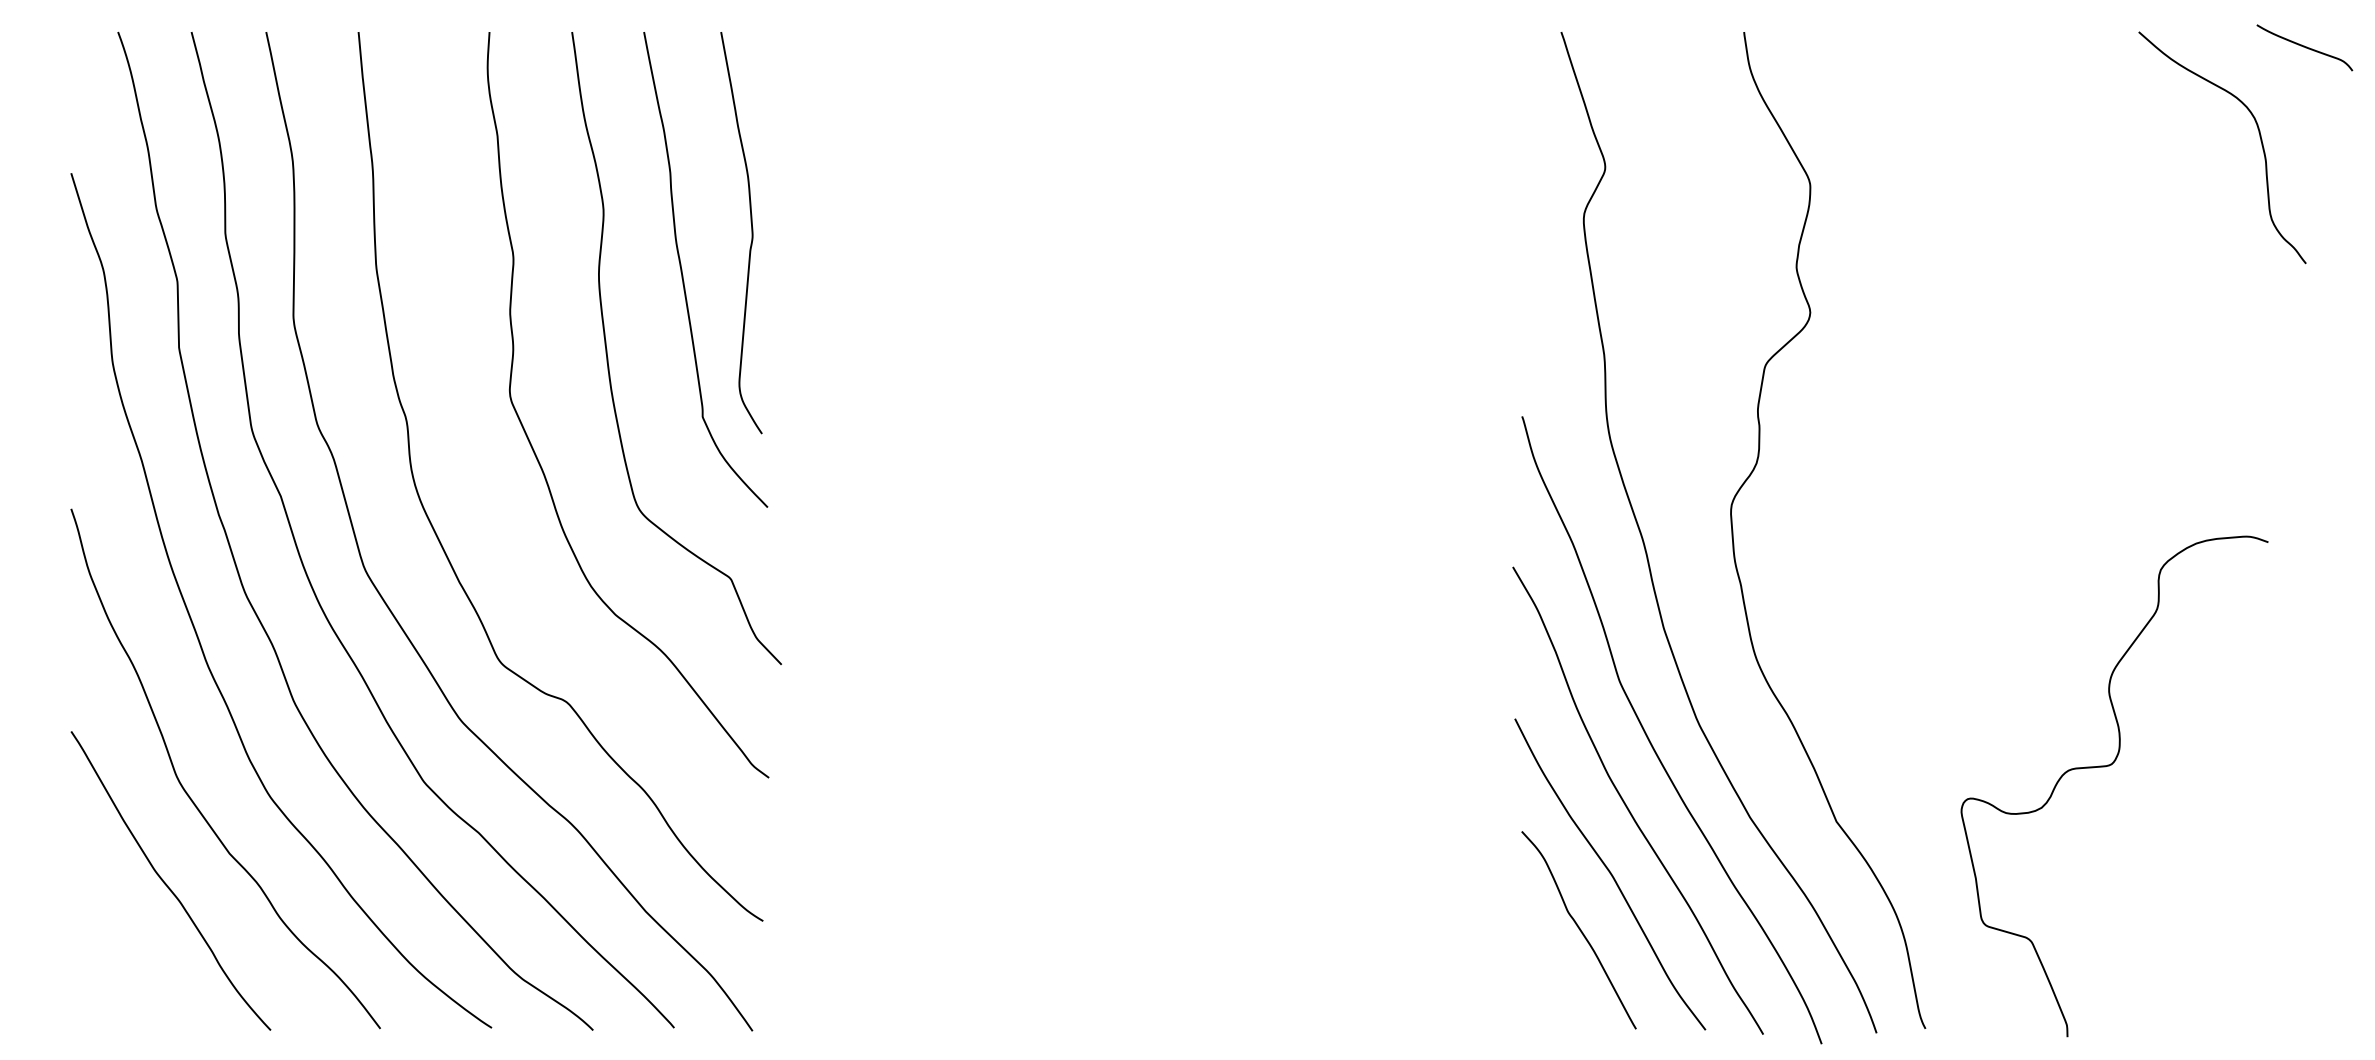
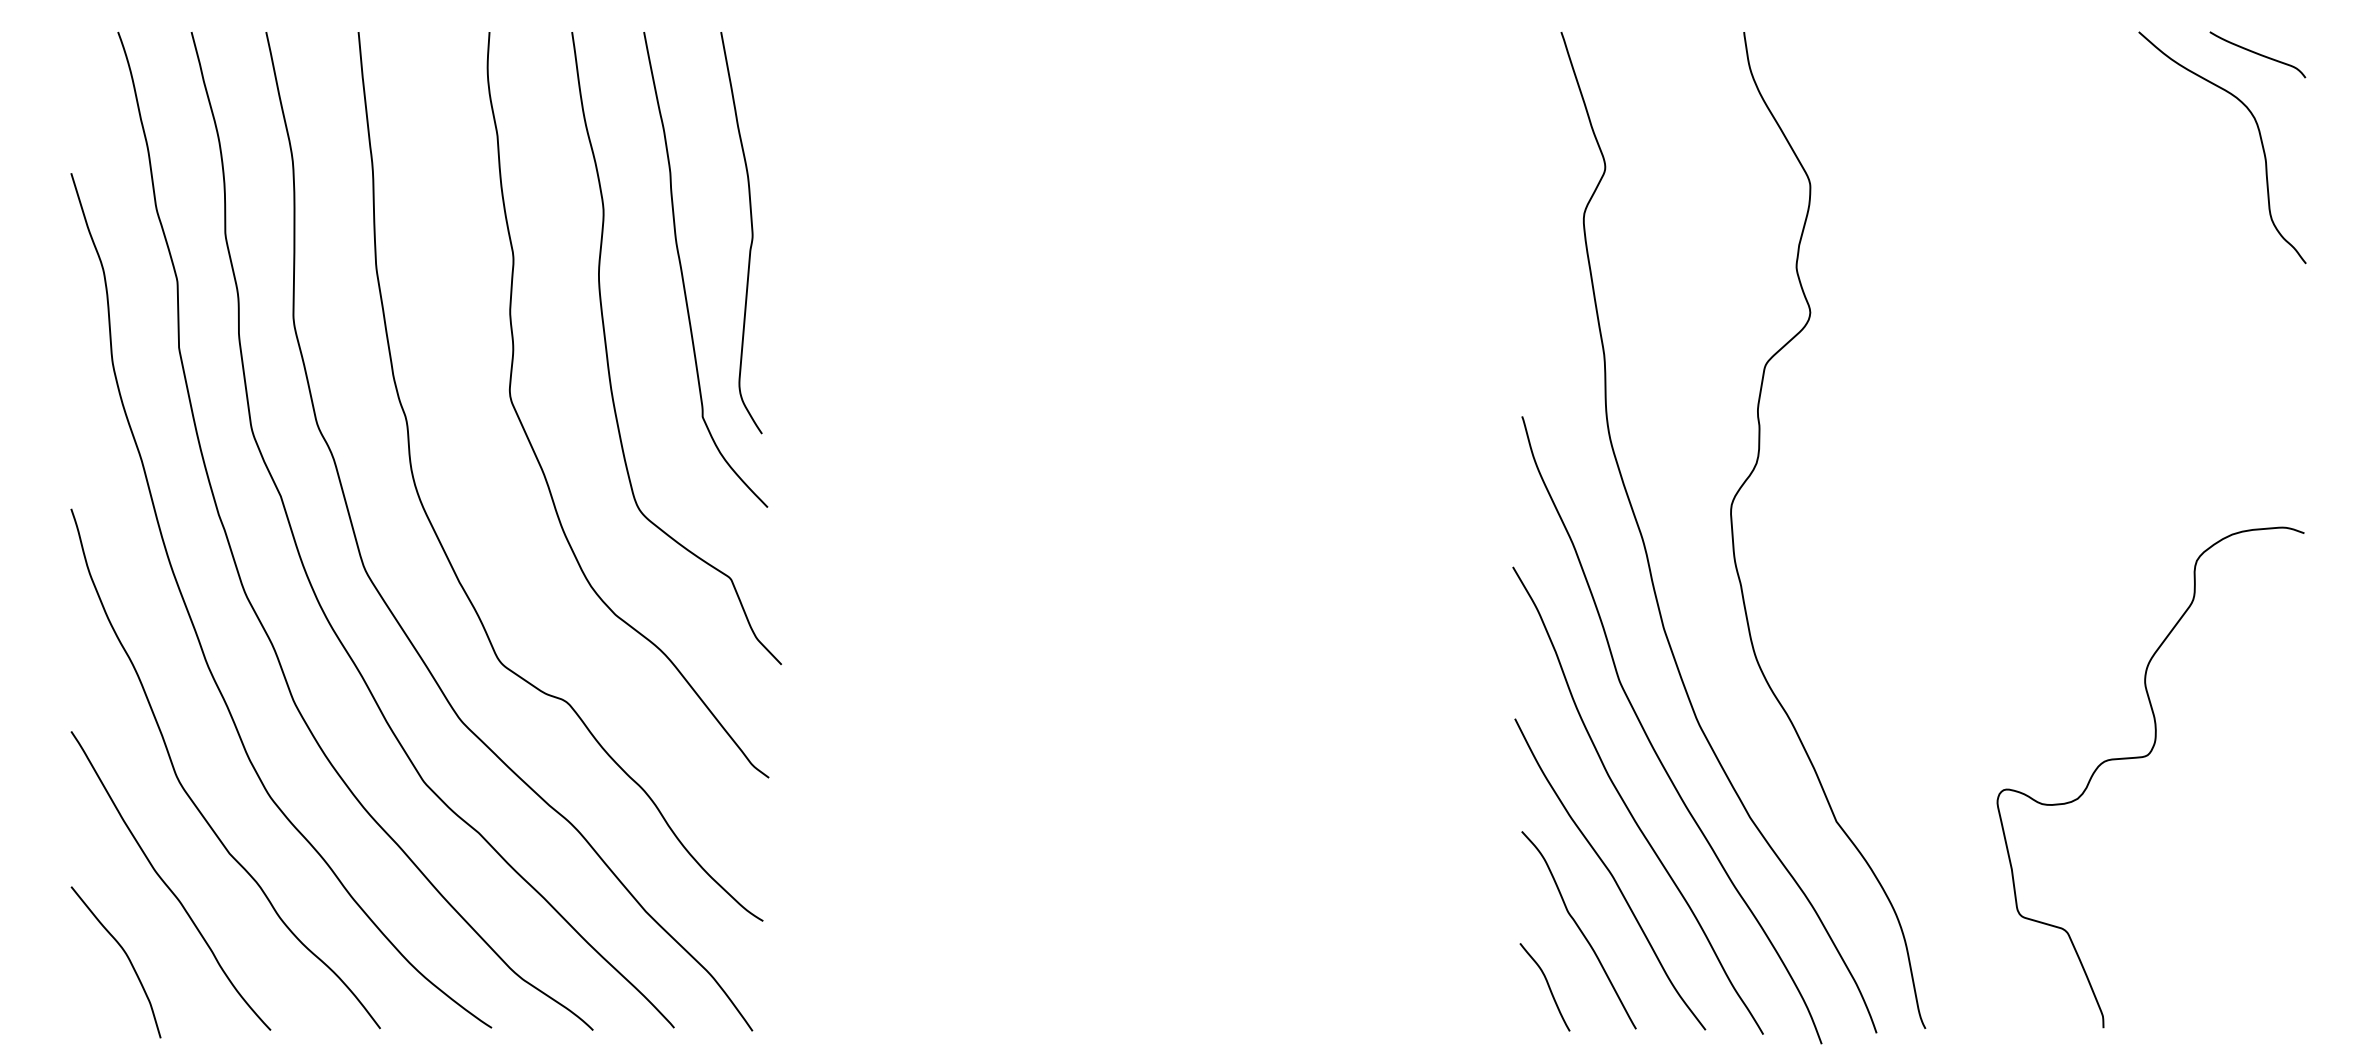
curve at (2304, 47) position: (2304, 47) -> (2257, 54)
curve at (2109, 766) position: (2109, 766) -> (2145, 757)
curve at (126, 956): none -> present
curve at (1547, 985): none -> present
